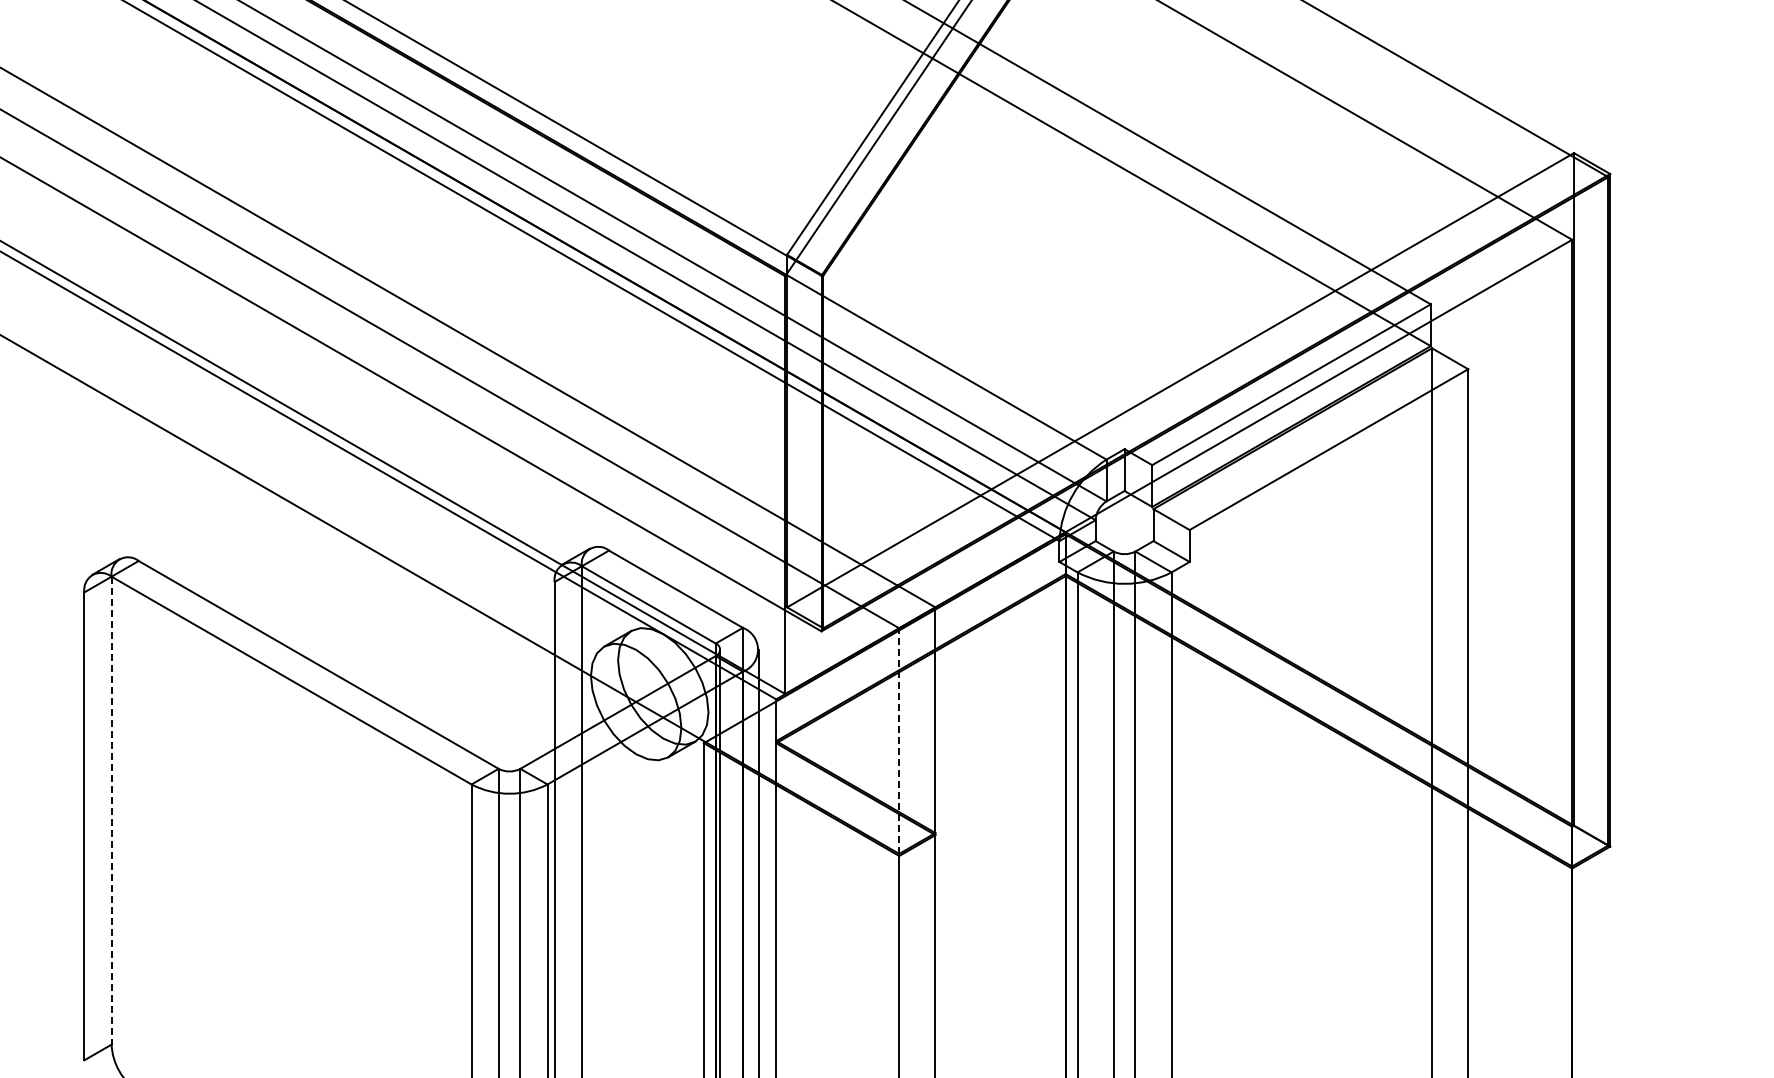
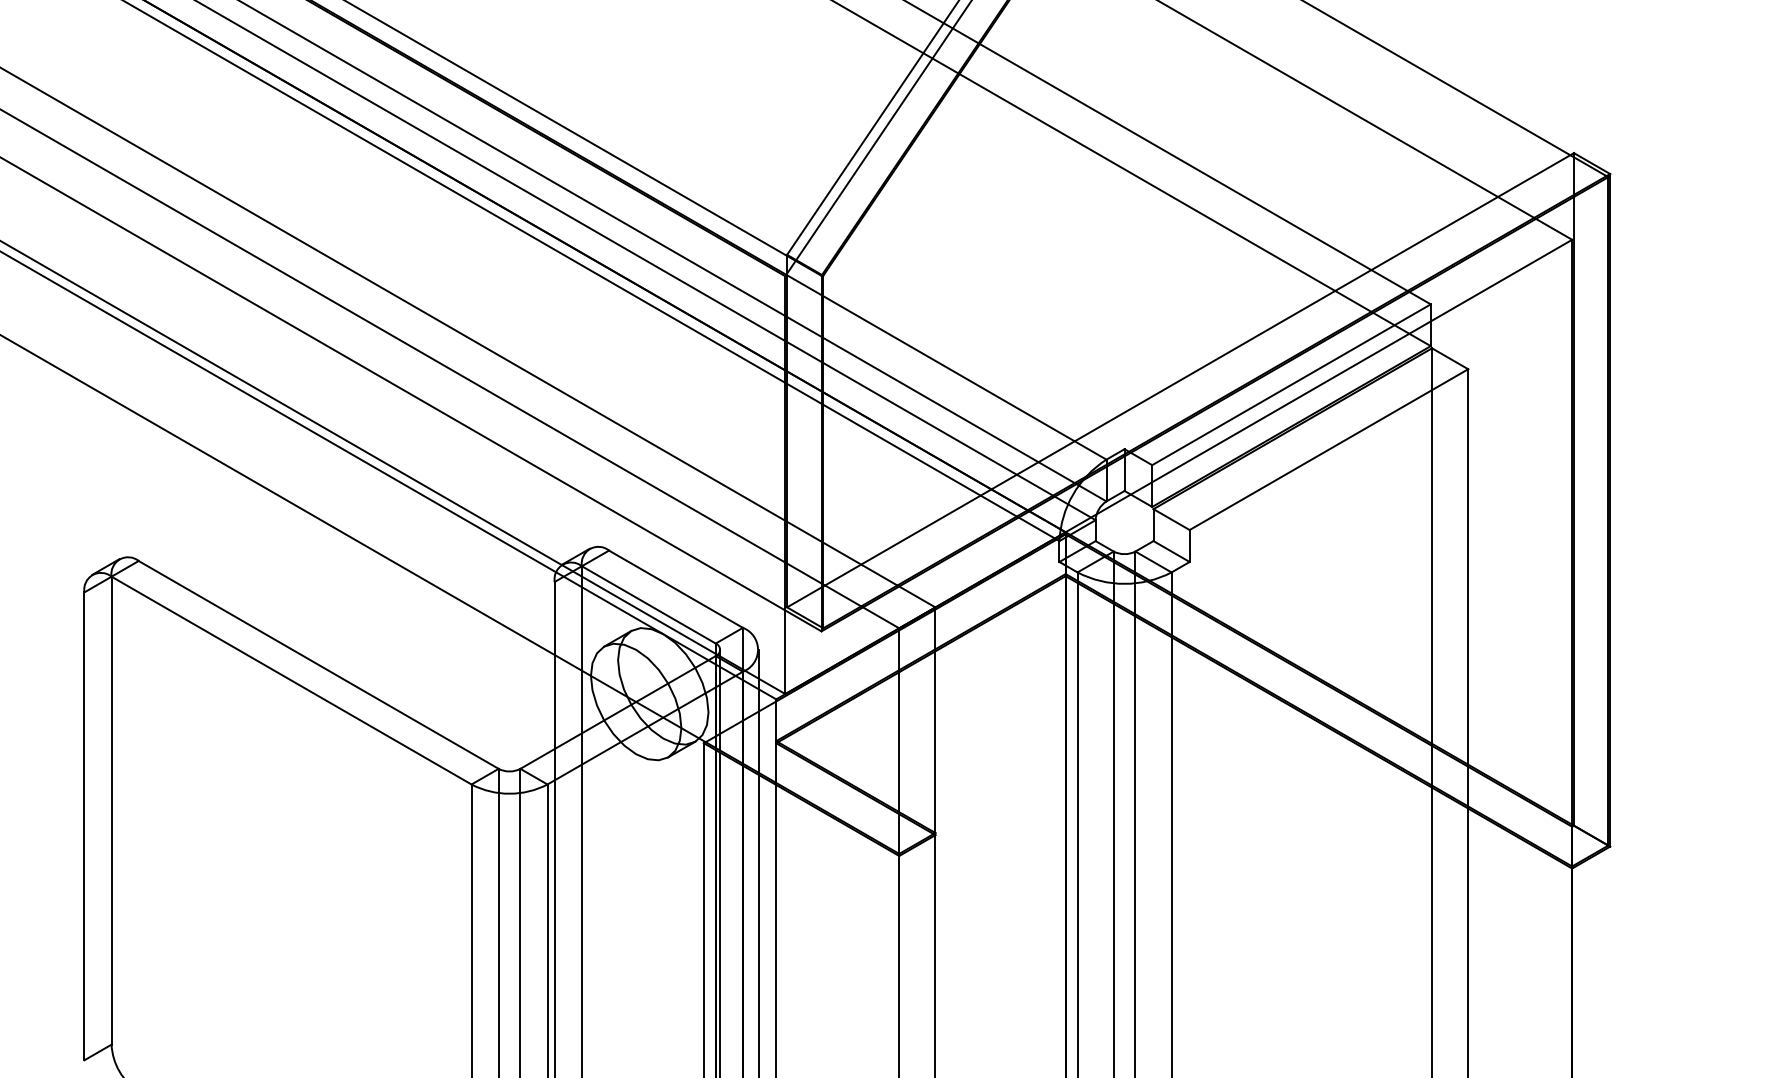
line at (899, 741): dashed -> solid
line at (111, 810): dashed -> solid
